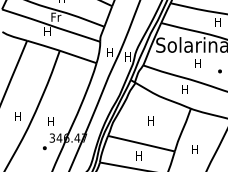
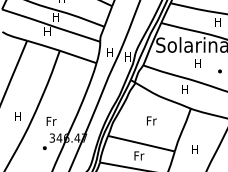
text at (56, 16): Fr -> H
text at (51, 120): H -> Fr
text at (151, 120): H -> Fr
text at (139, 155): H -> Fr
